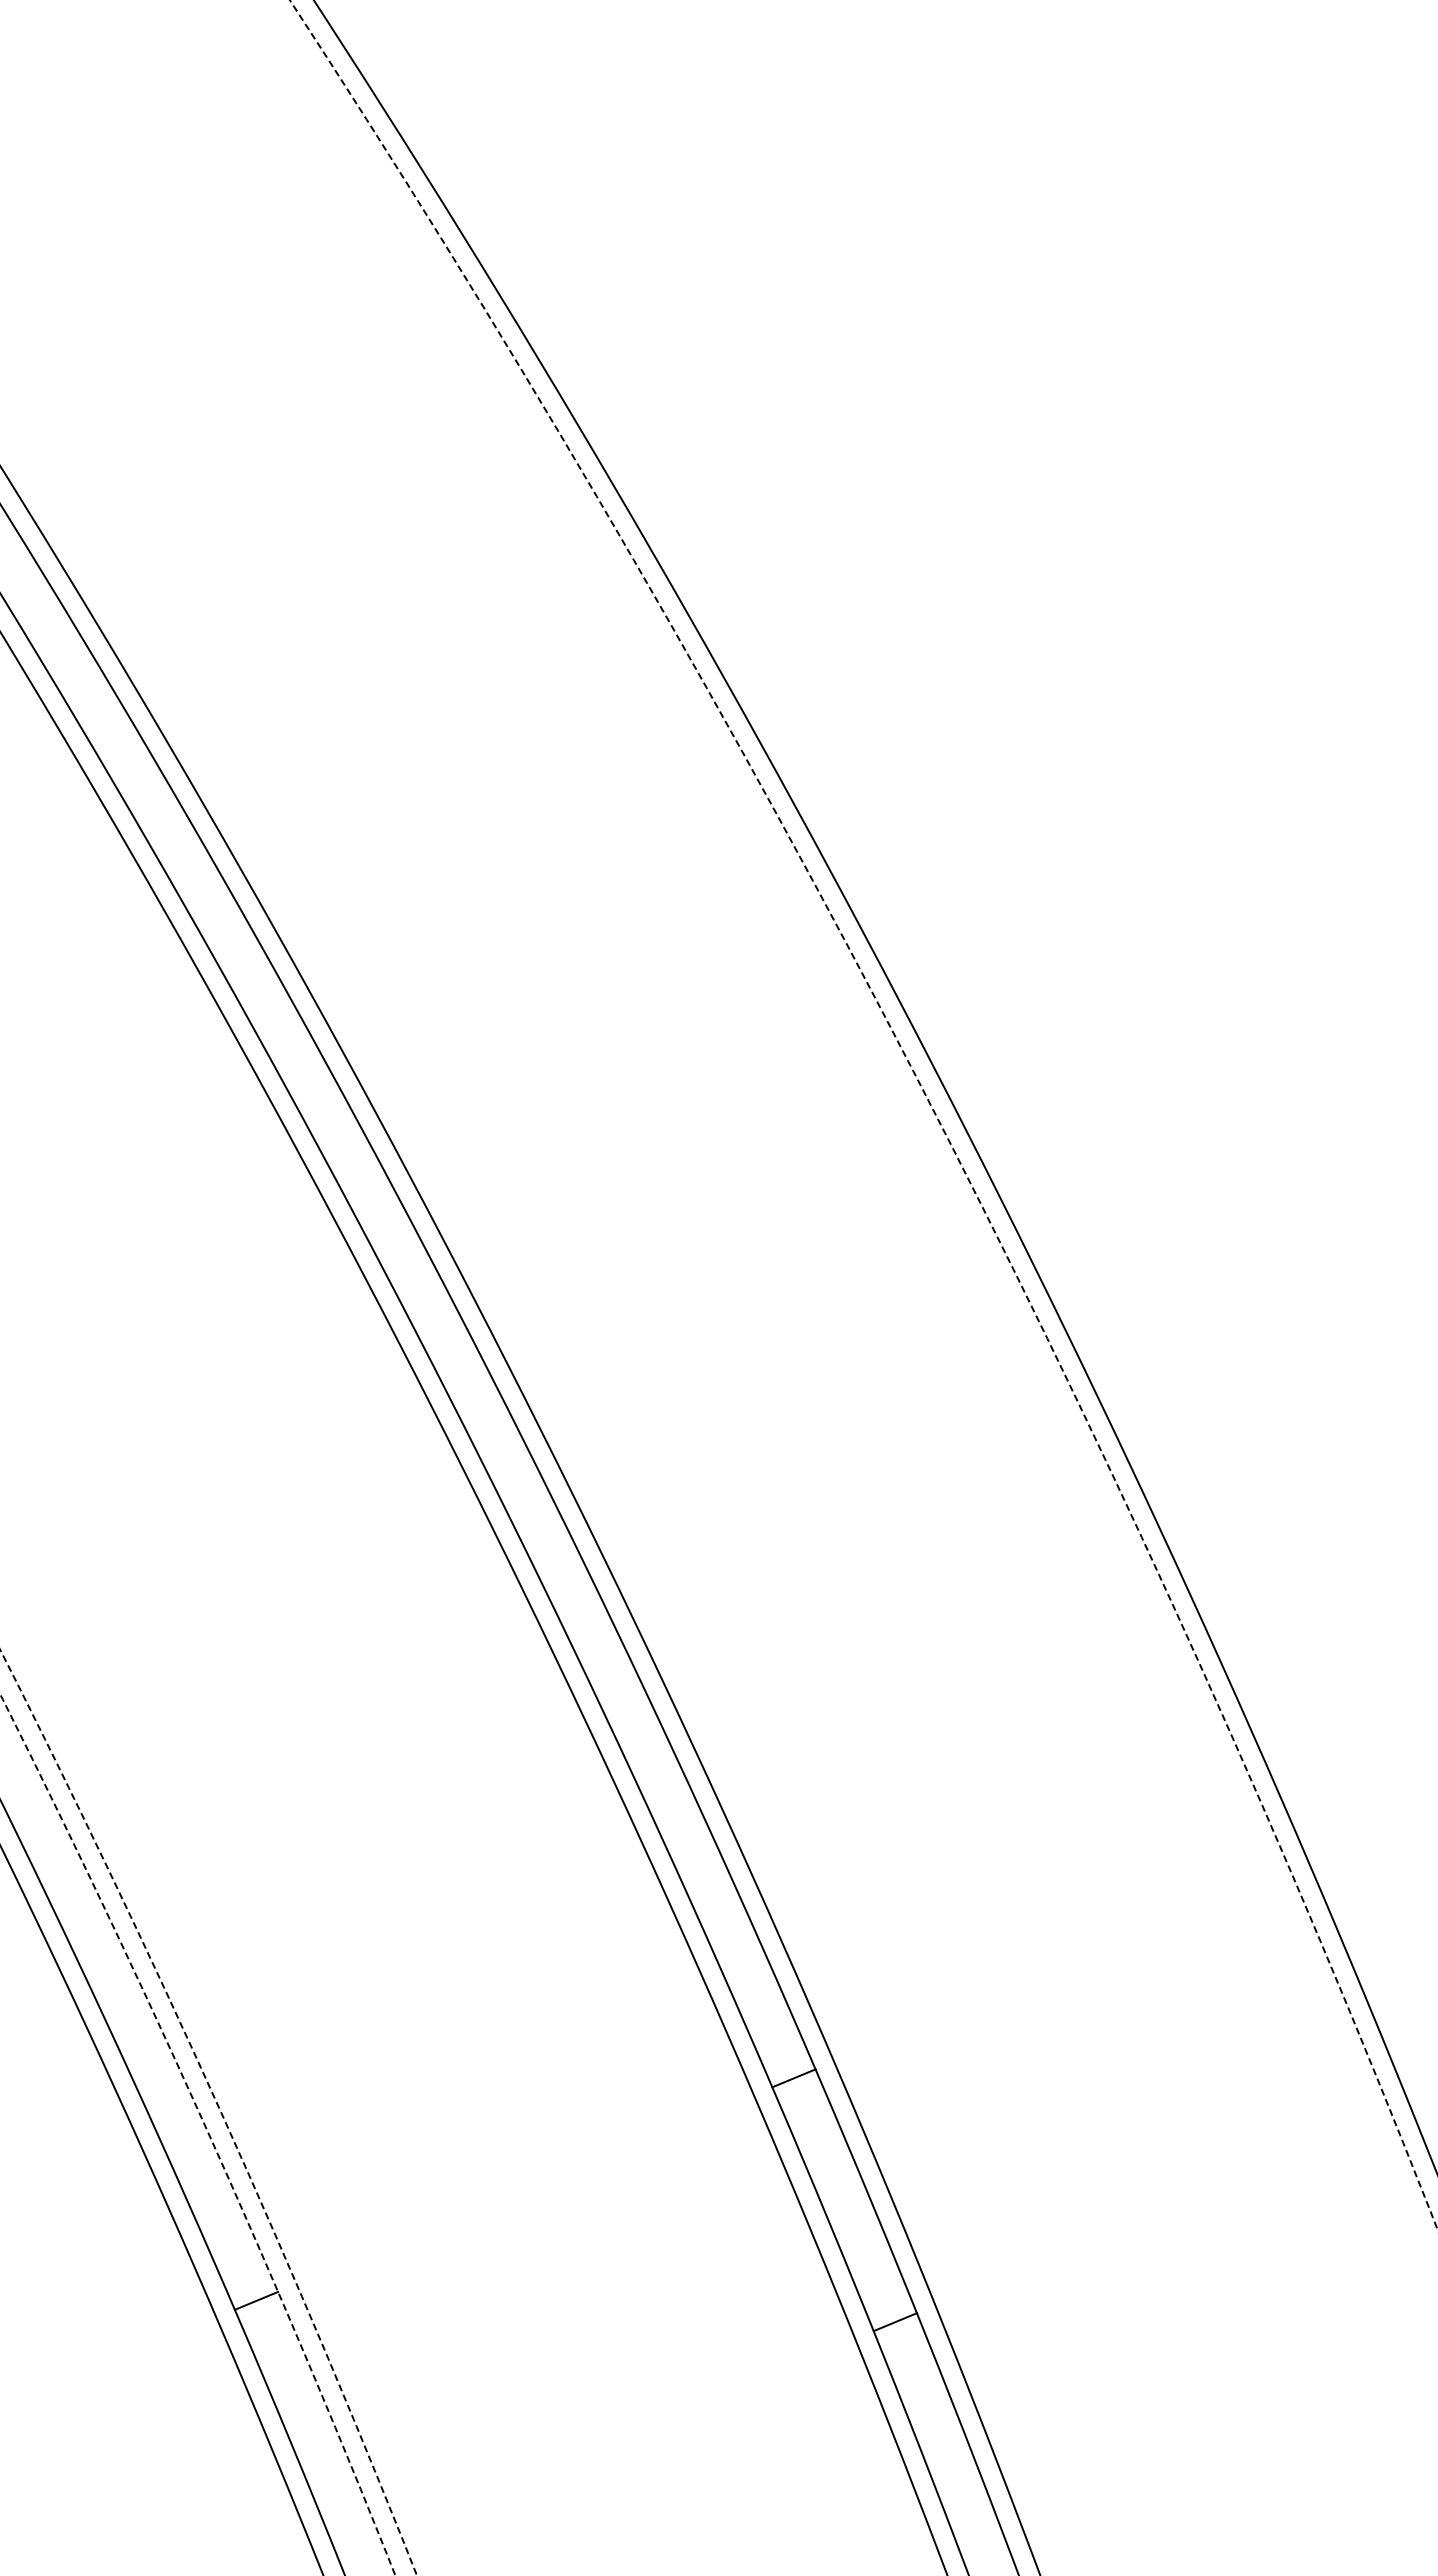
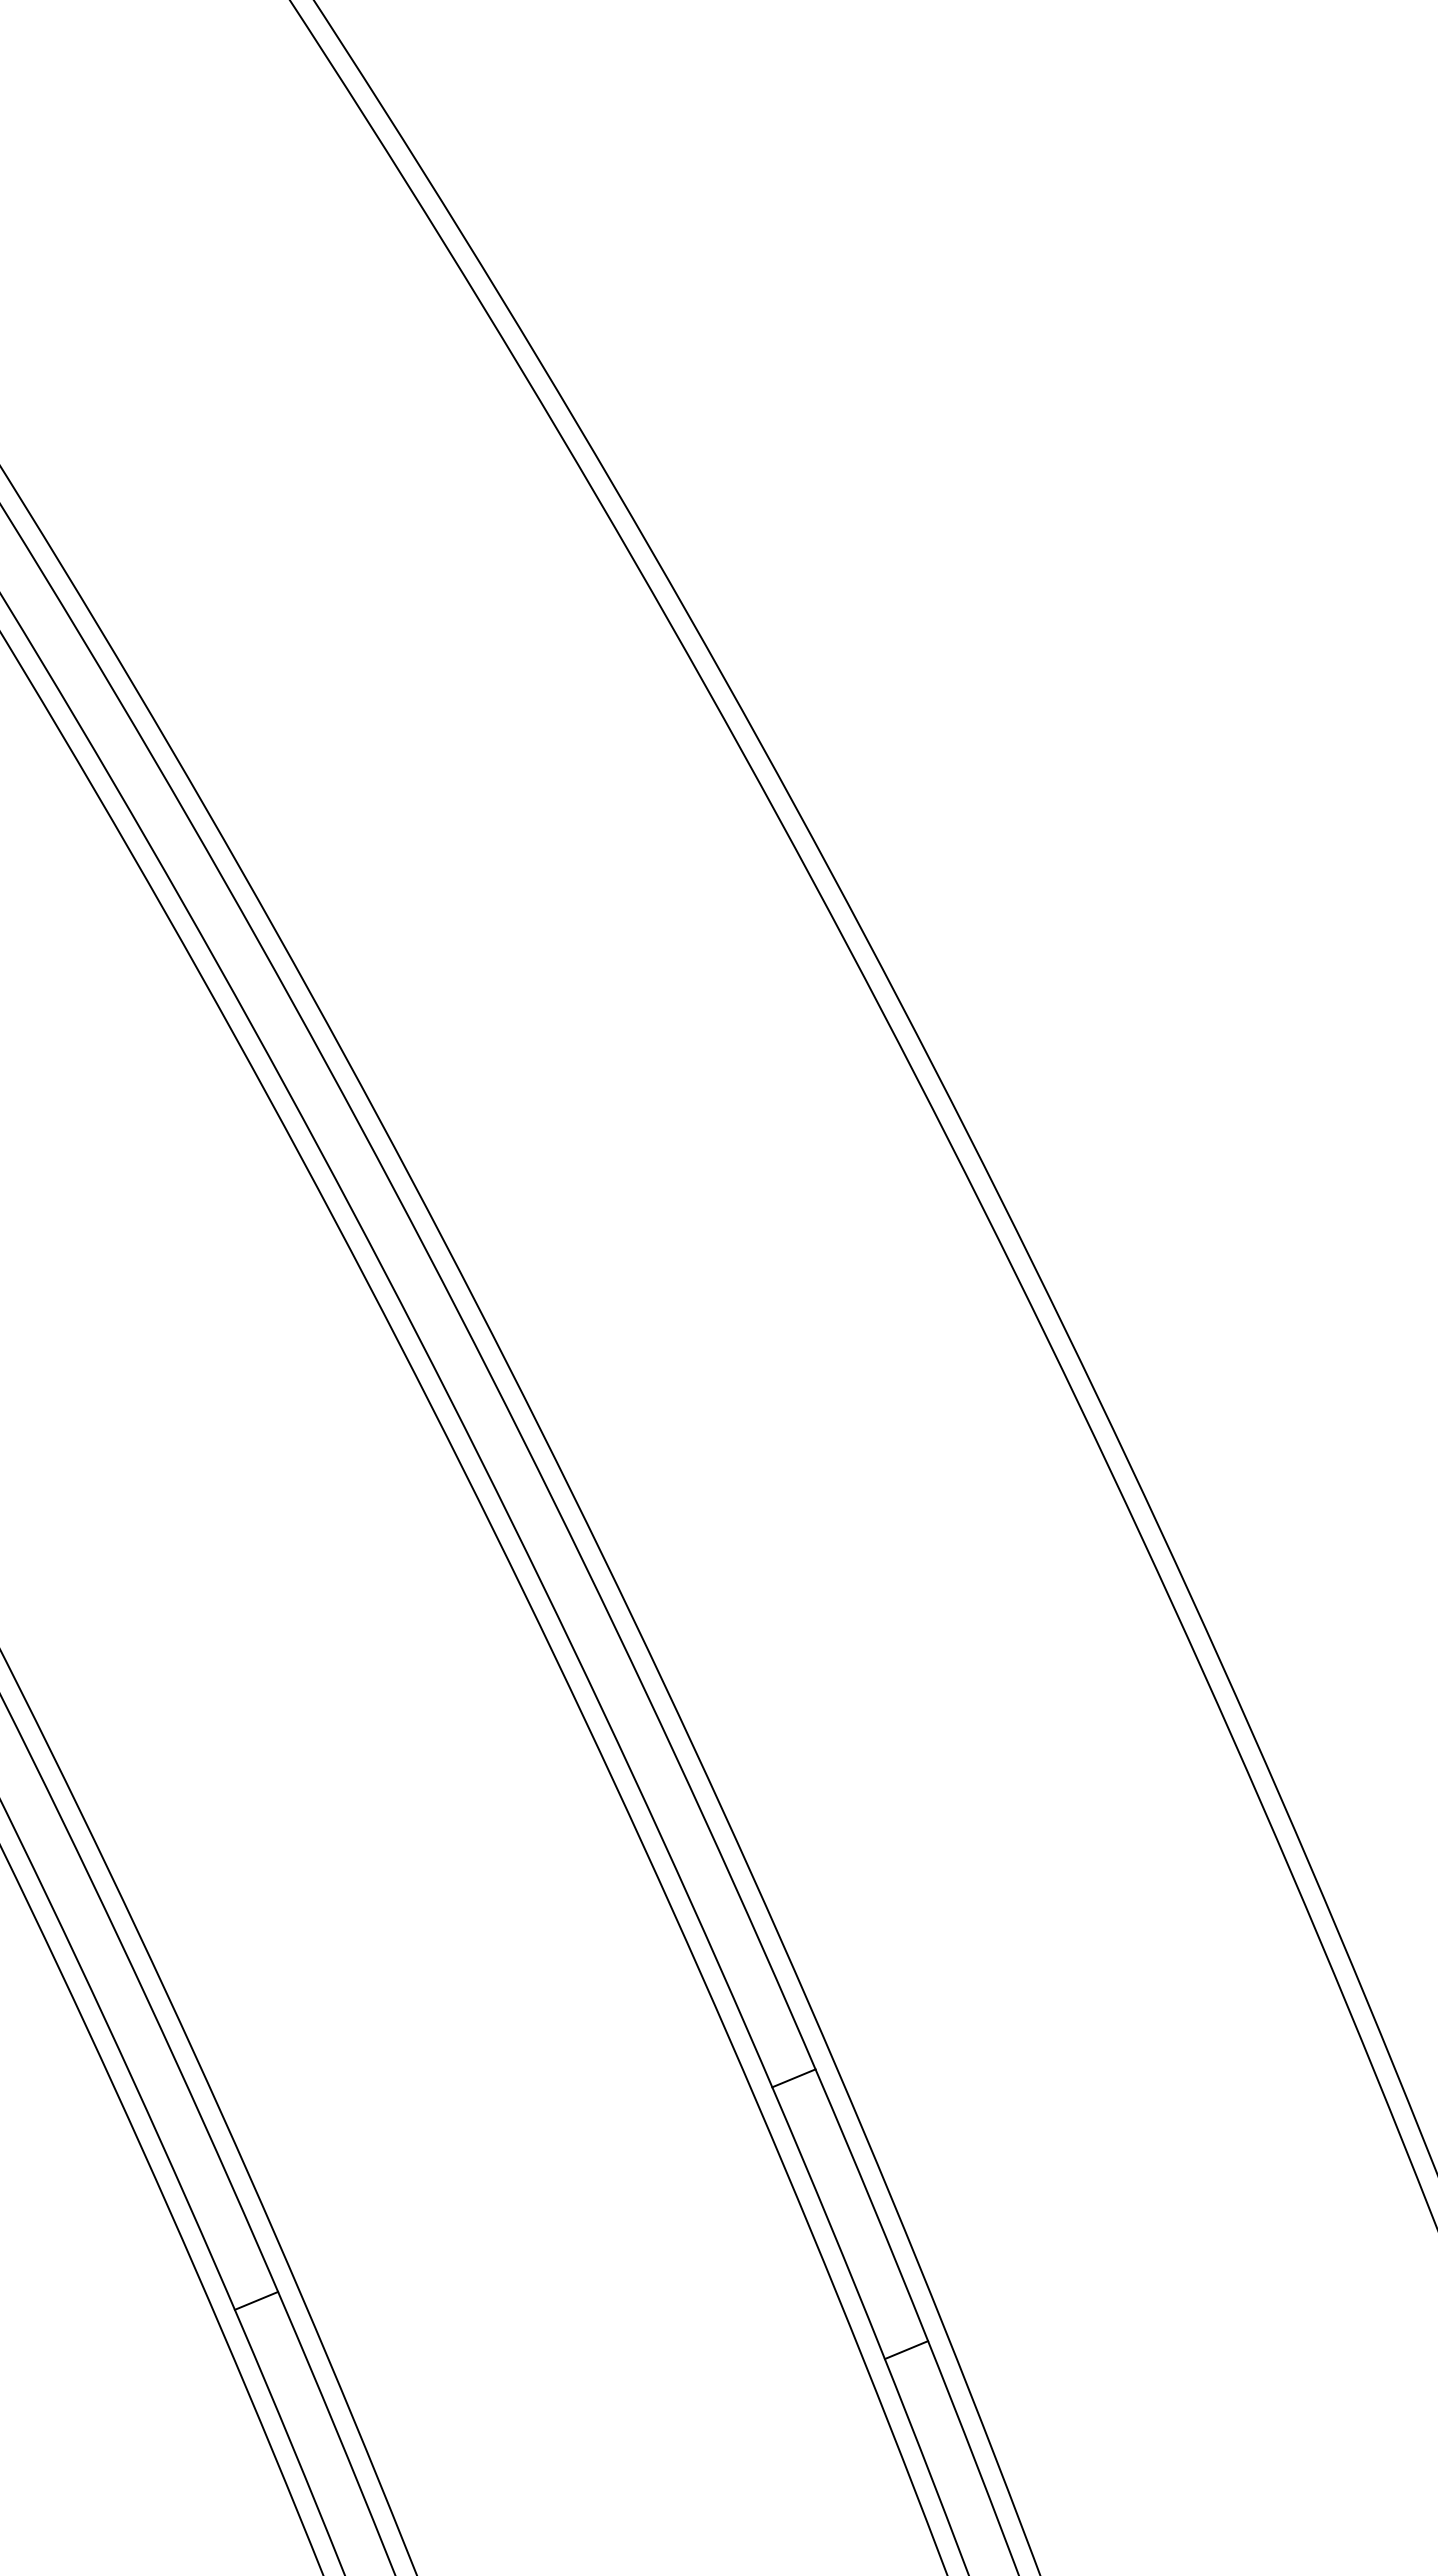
arc at (919, 1083): dashed -> solid
arc at (218, 2107): dashed -> solid
arc at (207, 2130): dashed -> solid
line at (895, 2322) position: (895, 2322) -> (906, 2350)
